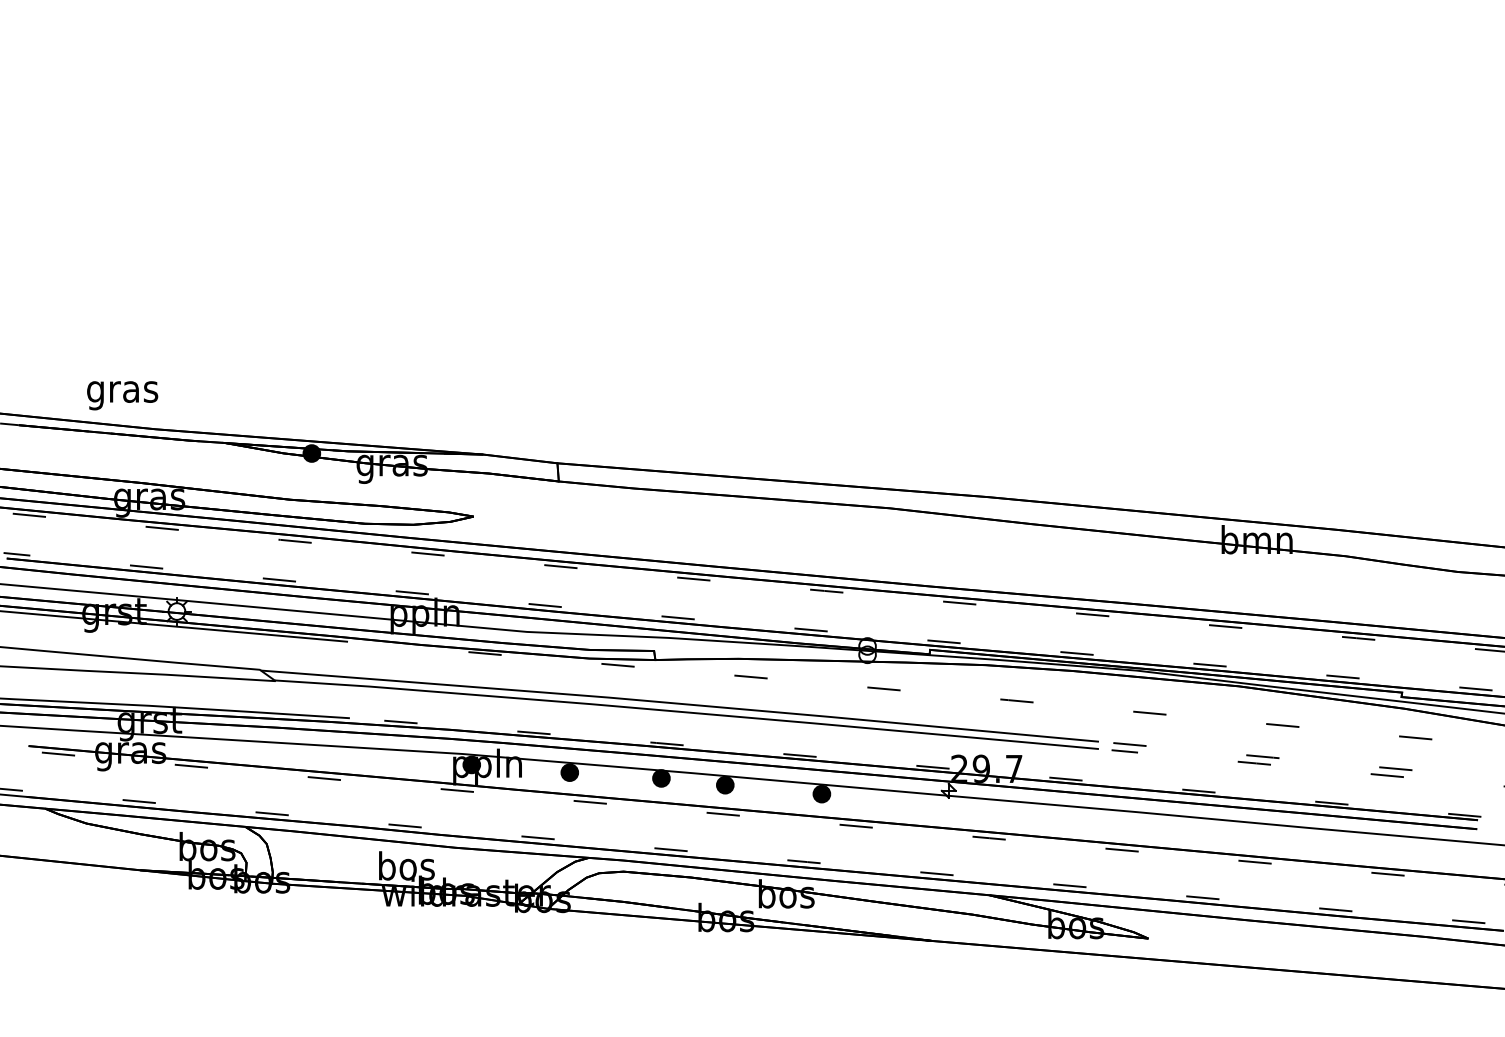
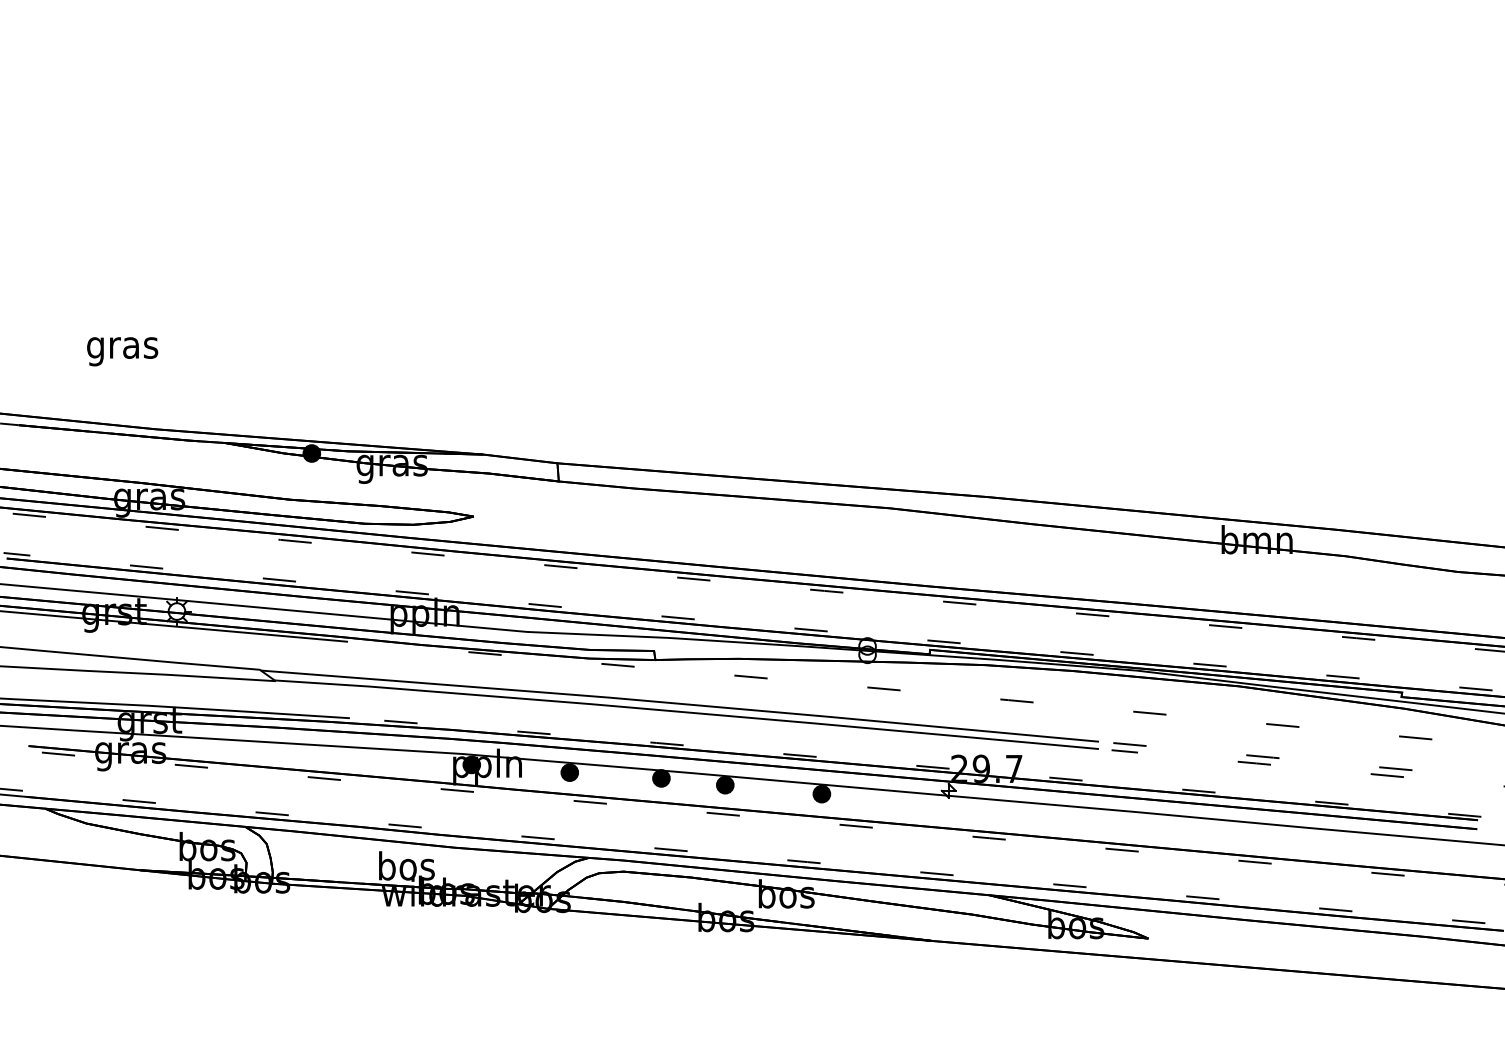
text at (122, 395) position: (122, 395) -> (122, 351)
